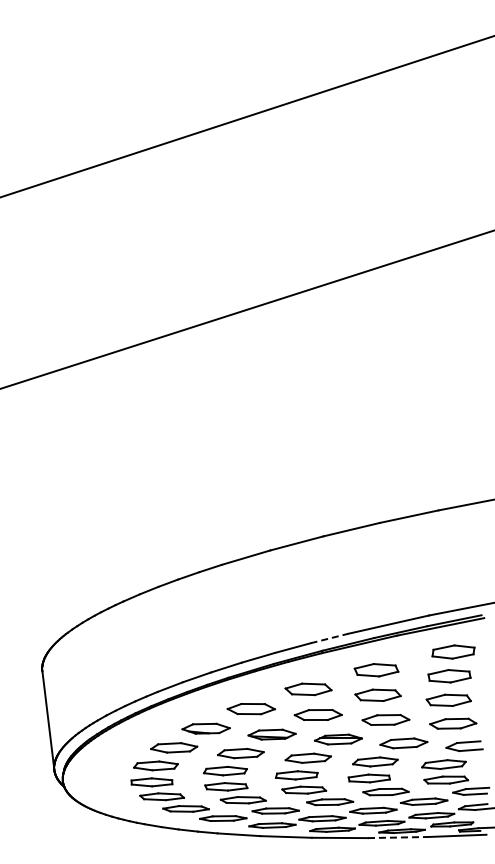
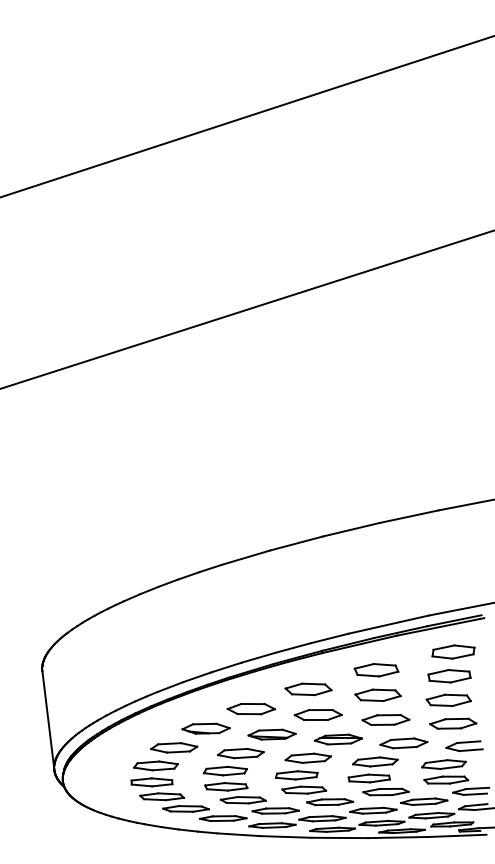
line at (329, 638): dashed -> solid
line at (398, 837): dashed -> solid
